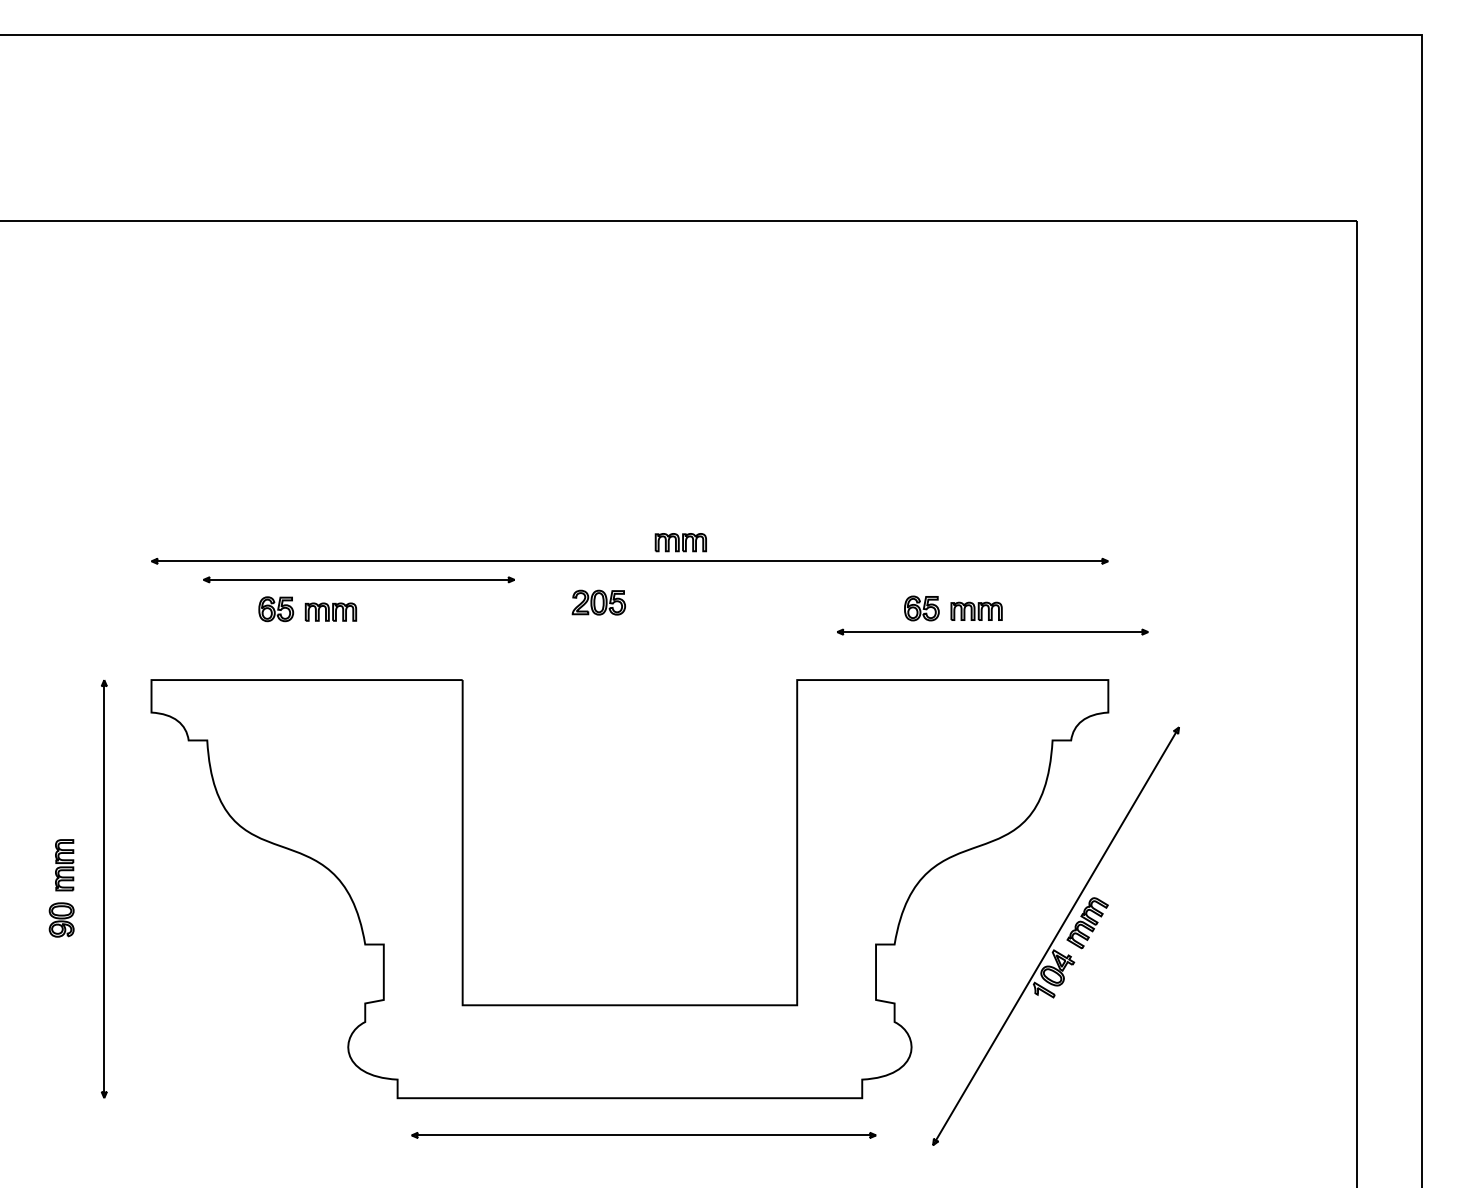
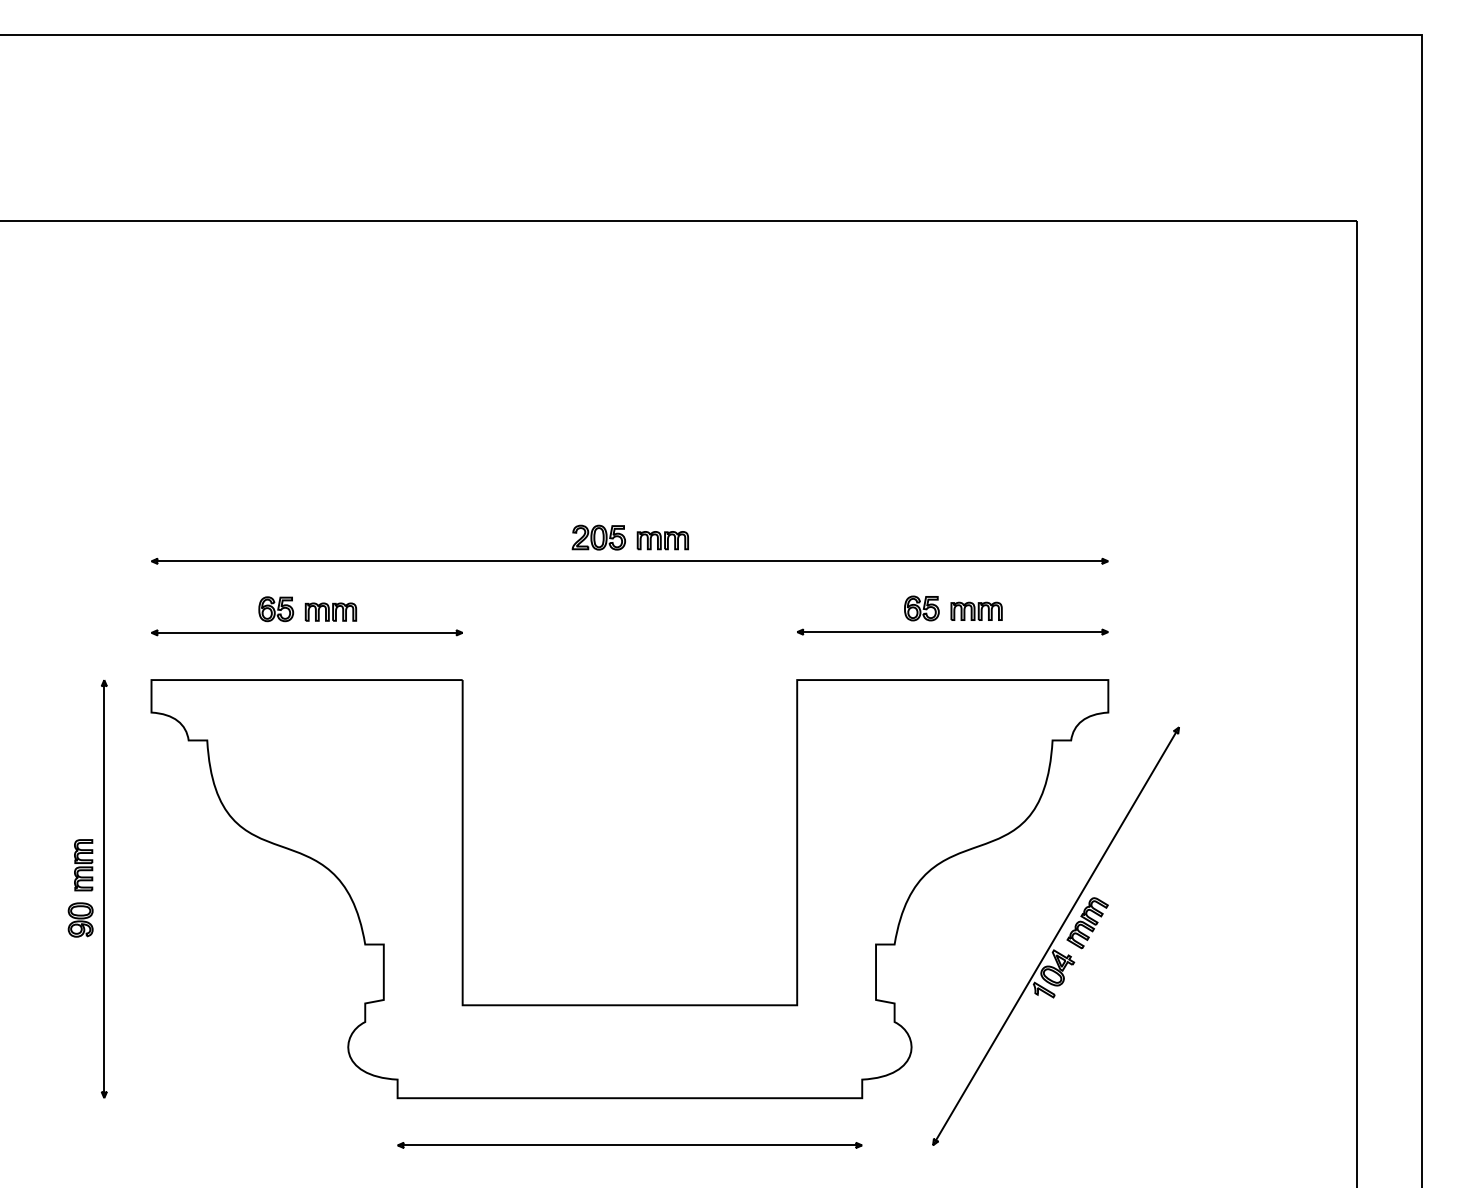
part at (680, 542) position: (680, 542) -> (662, 540)
part at (358, 579) position: (358, 579) -> (306, 632)
part at (598, 602) position: (598, 602) -> (598, 537)
part at (992, 631) position: (992, 631) -> (952, 631)
part at (64, 865) position: (64, 865) -> (83, 865)
part at (61, 919) position: (61, 919) -> (80, 919)
part at (643, 1135) position: (643, 1135) -> (629, 1145)
